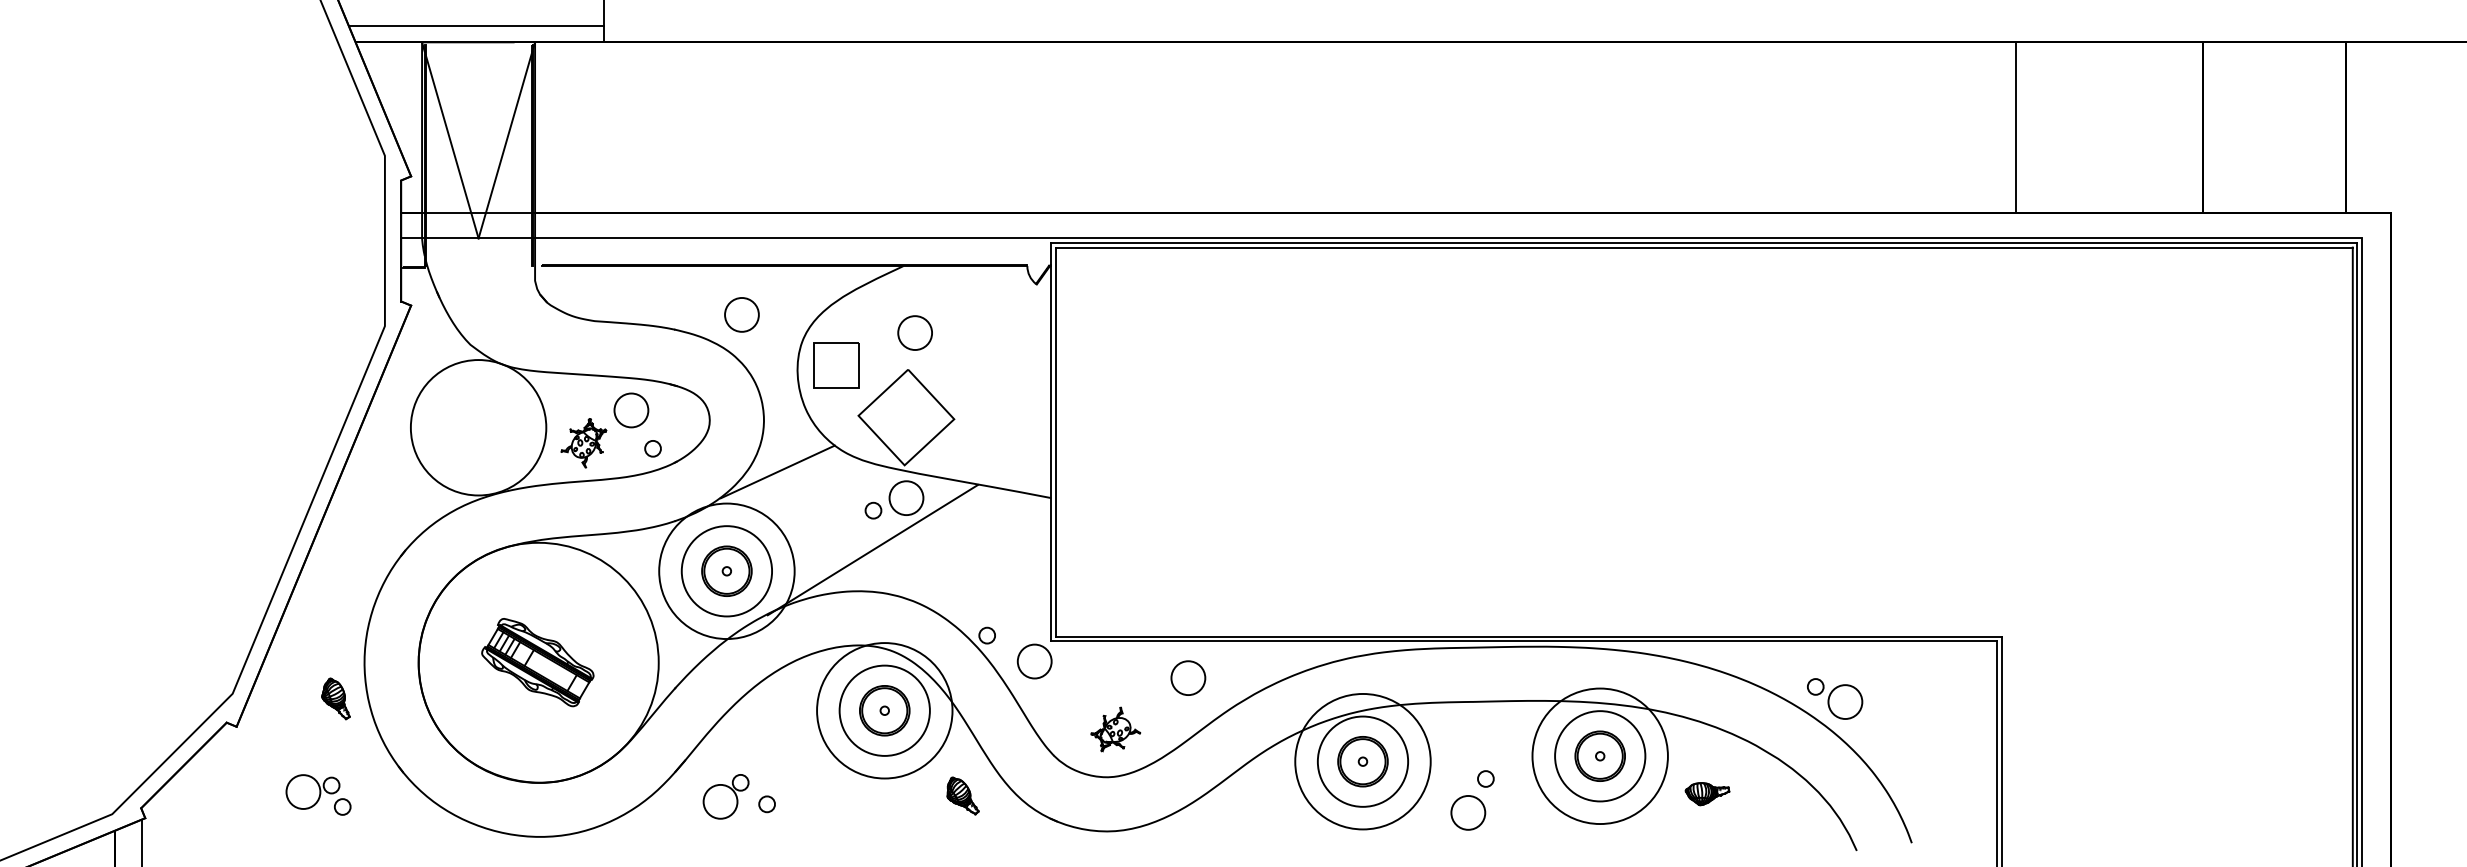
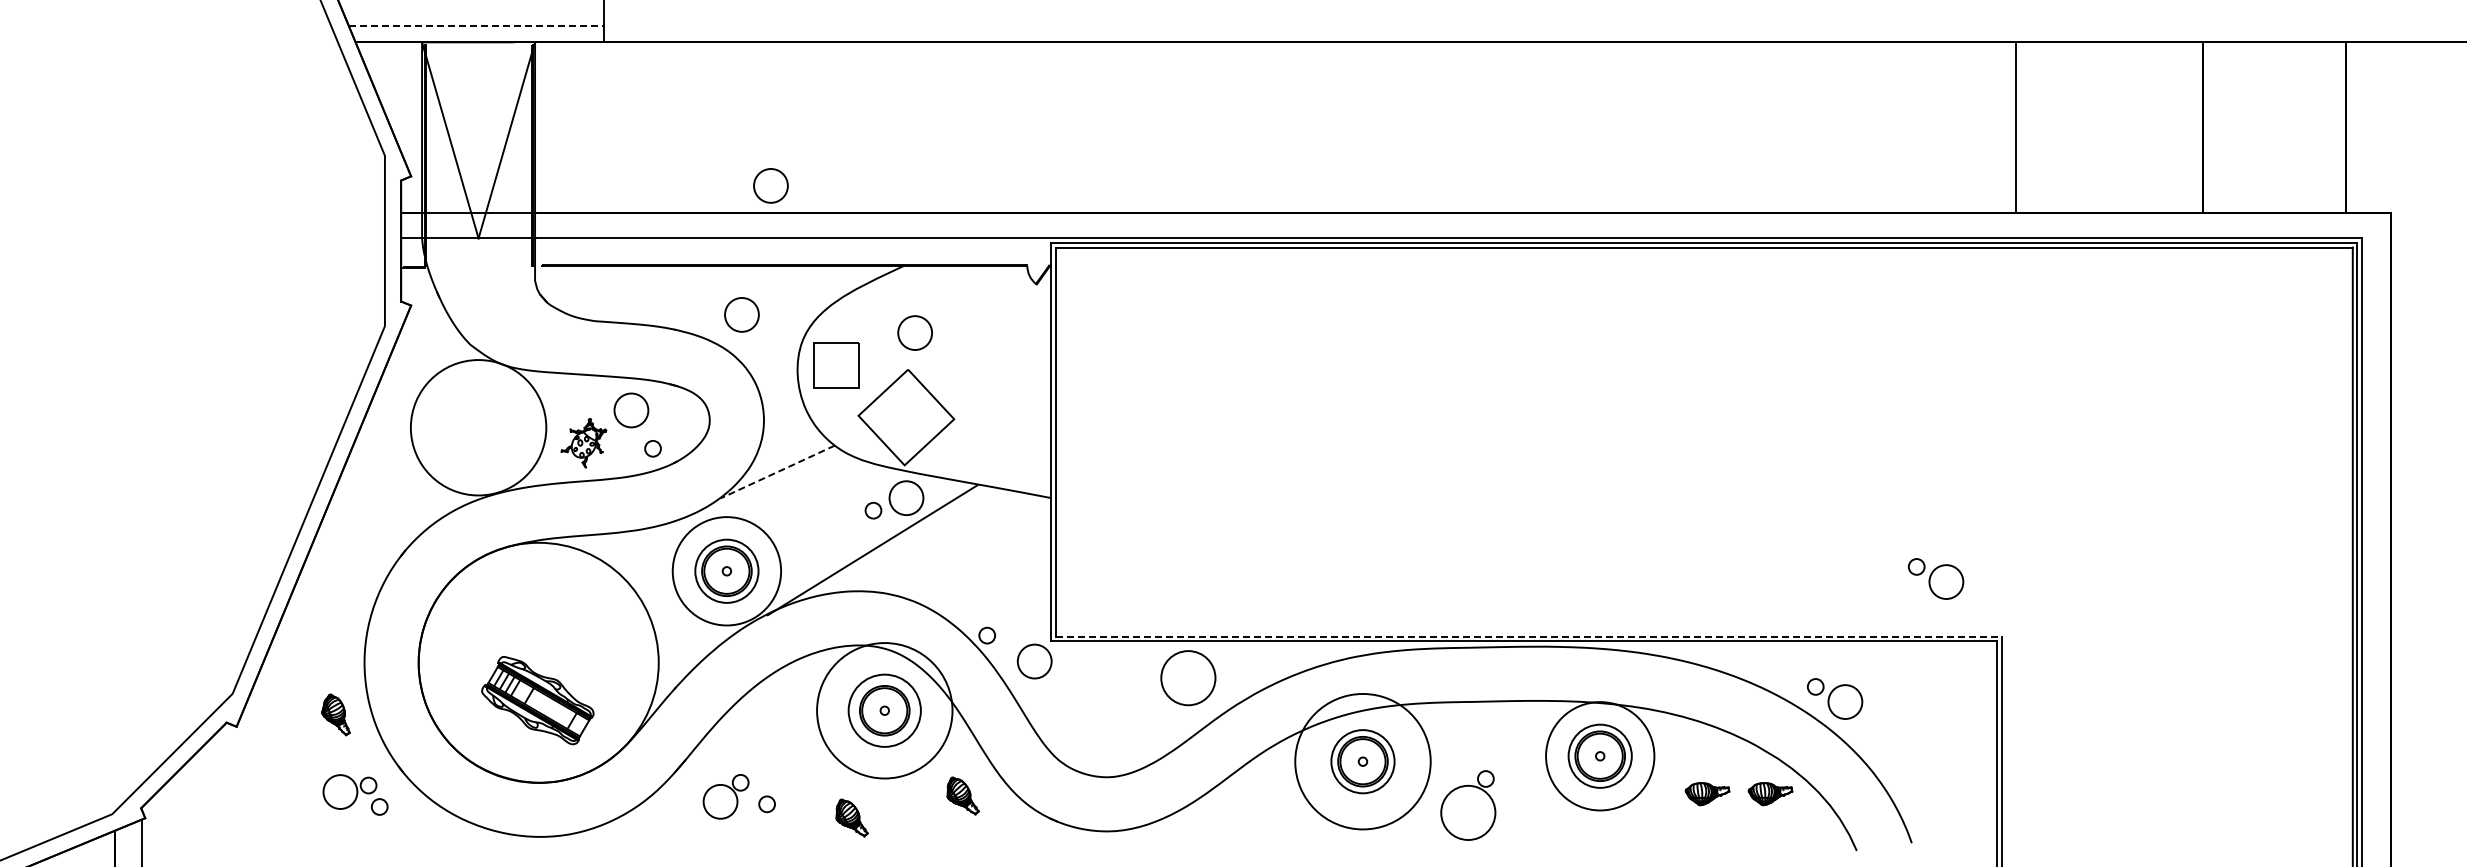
line at (476, 26): solid -> dashed
circle at (770, 185): none -> present
line at (777, 471): solid -> dashed
circle at (726, 571) diameter: 135 px -> 108 px
circle at (726, 571) diameter: 90 px -> 63 px
part at (1936, 578): none -> present
line at (1528, 636): solid -> dashed
part at (537, 662) position: (537, 662) -> (537, 700)
circle at (1188, 678) diameter: 34 px -> 54 px
part at (335, 698) position: (335, 698) -> (335, 714)
circle at (884, 710) diameter: 90 px -> 72 px
part at (1115, 729): present -> none
circle at (1599, 756) diameter: 135 px -> 108 px
circle at (1600, 756) diameter: 90 px -> 63 px
circle at (1362, 761) diameter: 90 px -> 63 px
part at (318, 794) position: (318, 794) -> (355, 794)
part at (1770, 794): none -> present
circle at (1468, 812) diameter: 34 px -> 54 px
part at (851, 817): none -> present
